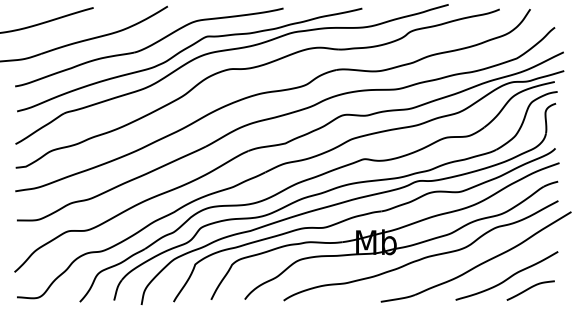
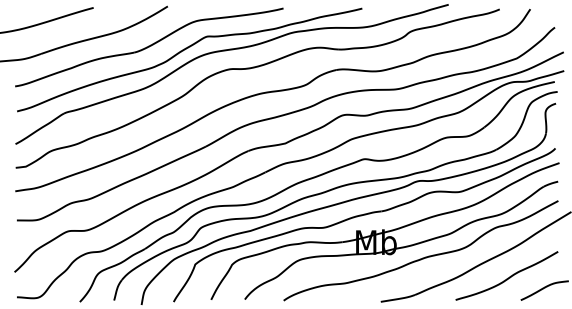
curve at (529, 289) position: (529, 289) -> (543, 289)
